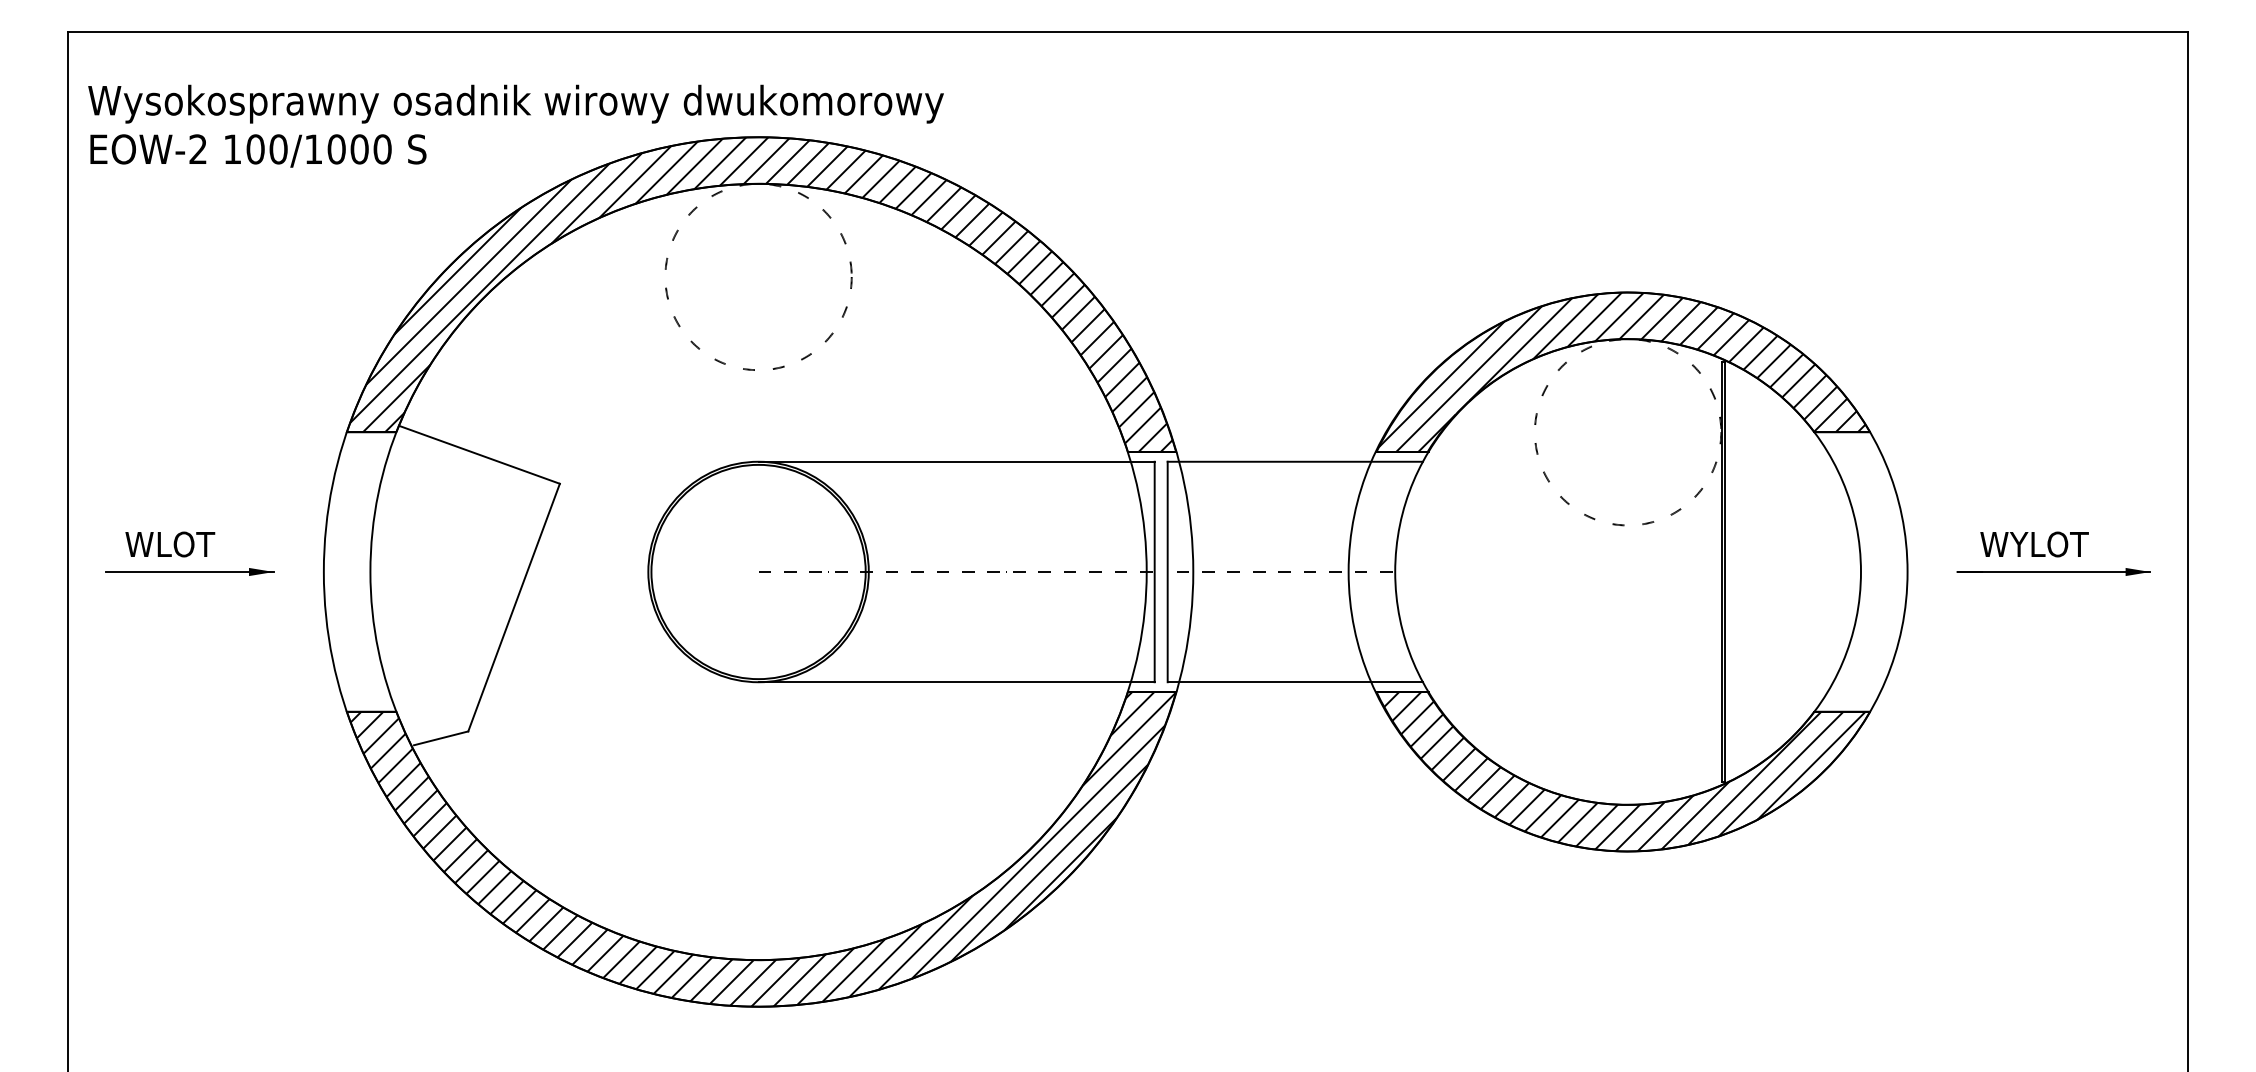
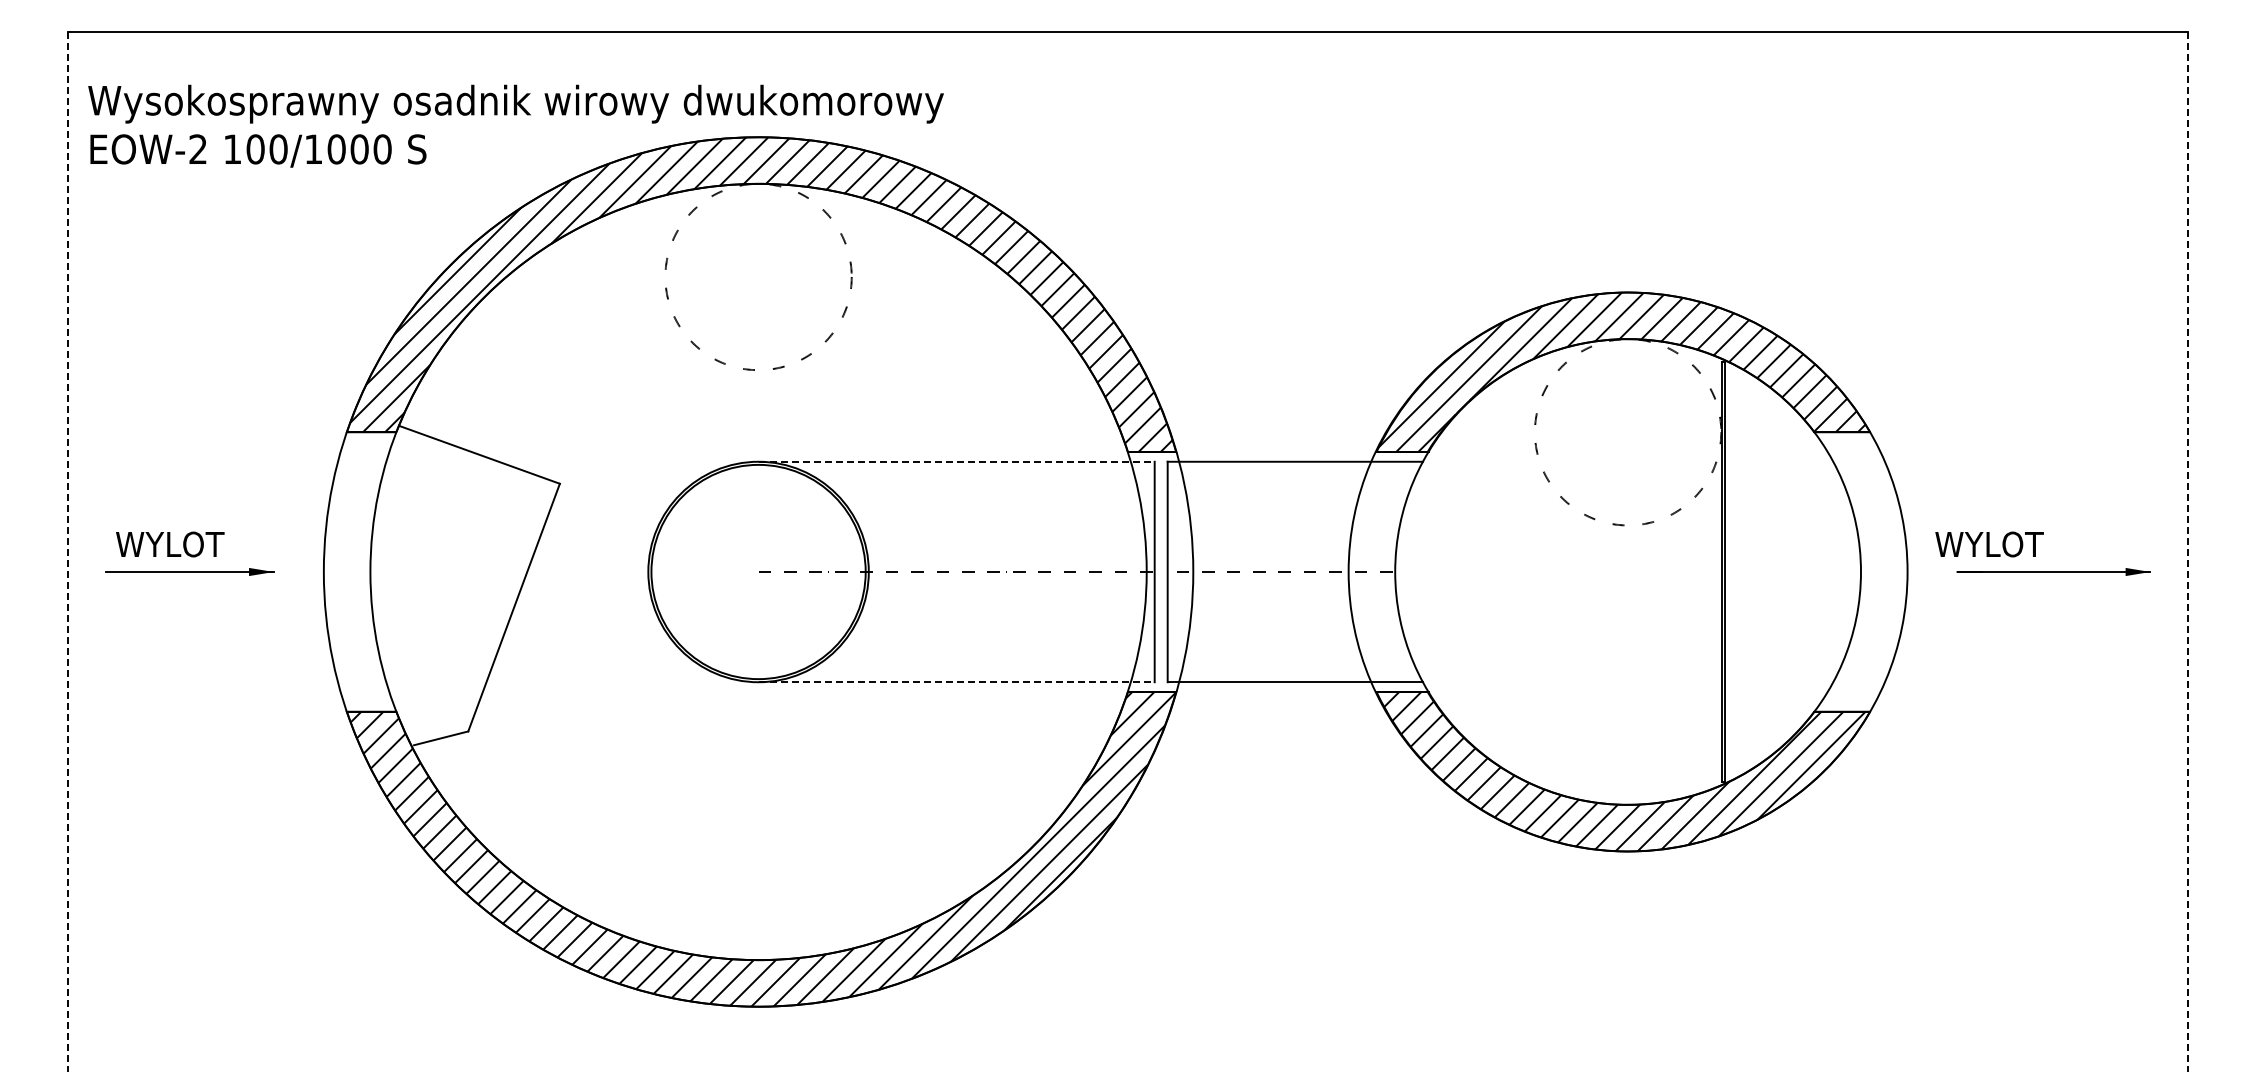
line at (957, 461): solid -> dashed
text at (170, 544): WLOT -> WYLOT
text at (2034, 544) position: (2034, 544) -> (1989, 544)
line at (67, 552): solid -> dashed
line at (2188, 552): solid -> dashed
line at (957, 682): solid -> dashed
